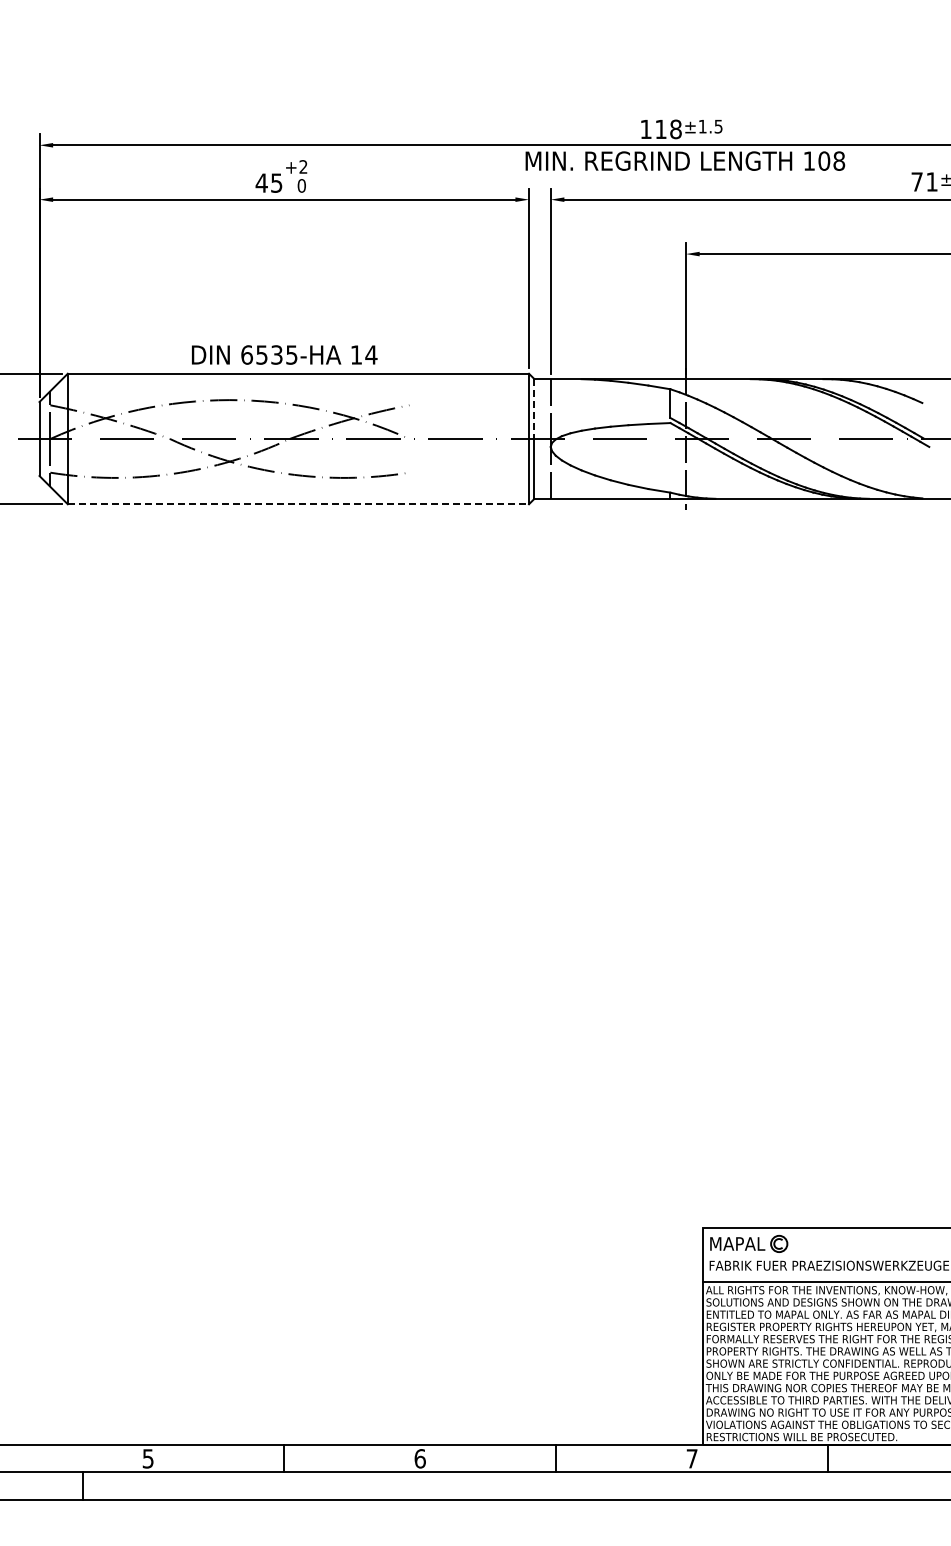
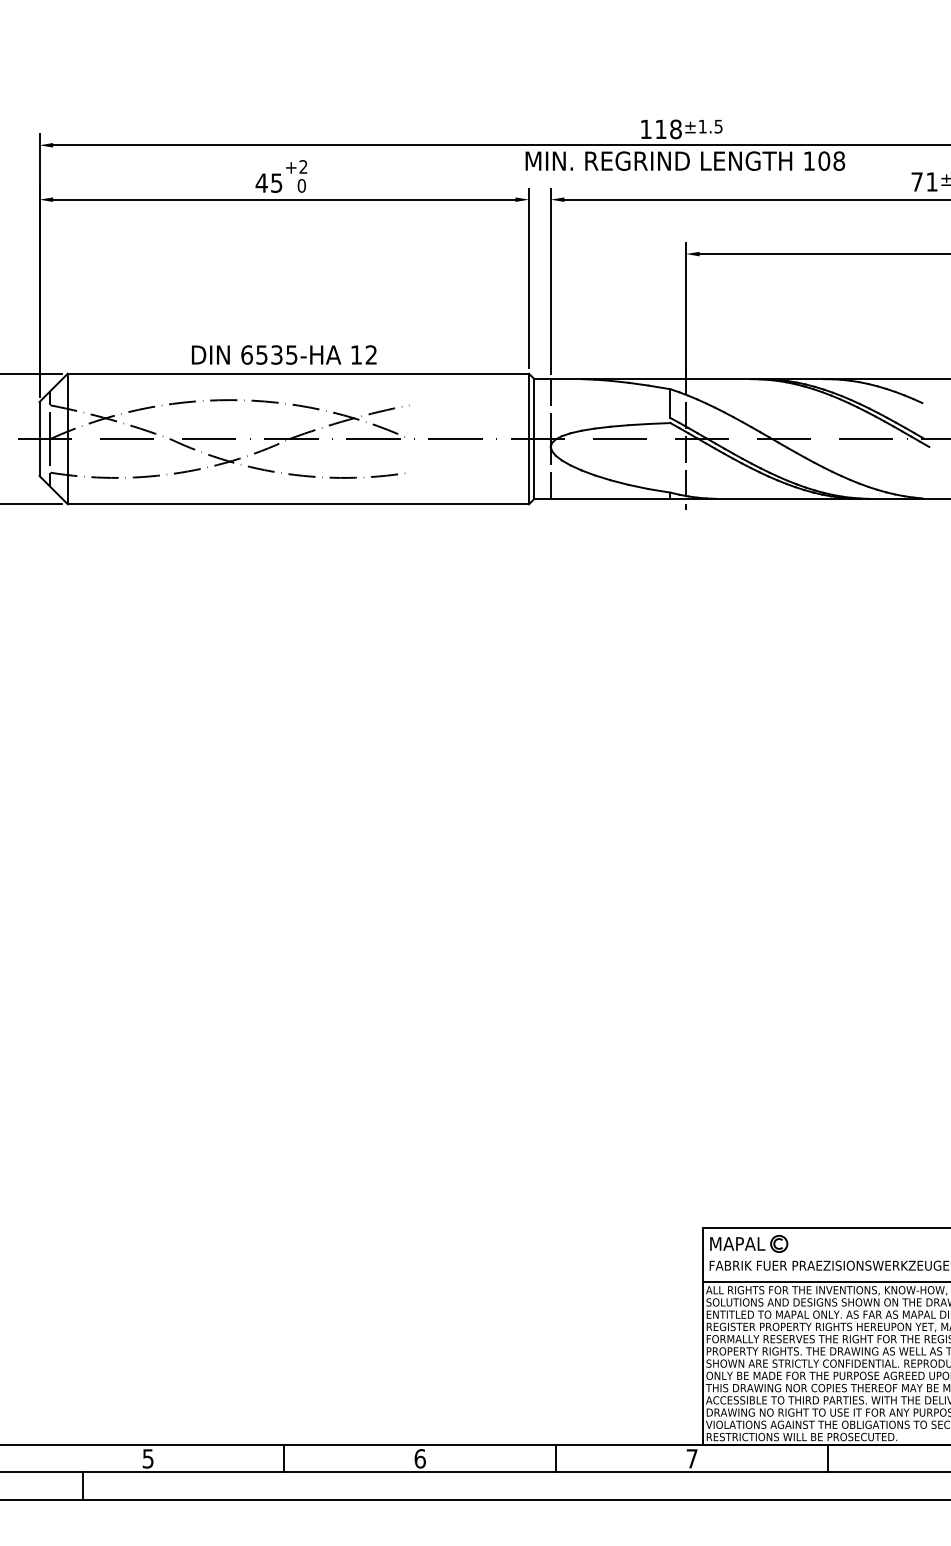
text at (371, 354): 14 -> 12
line at (534, 409): dashed -> solid
line at (298, 504): dashed -> solid
